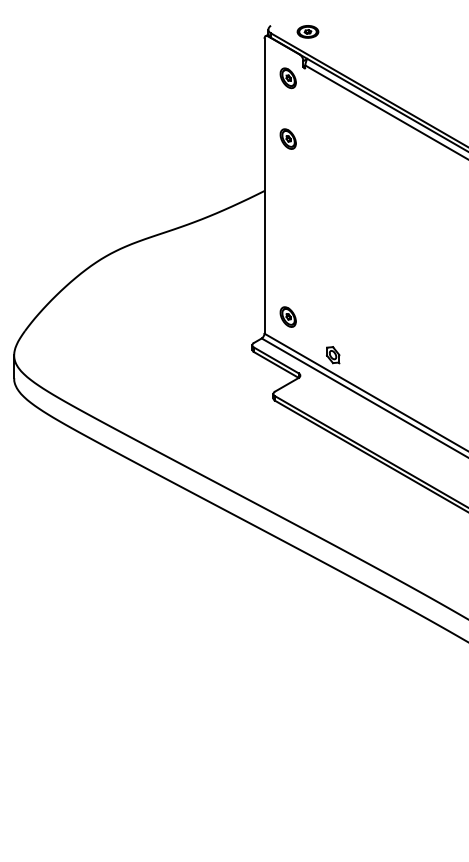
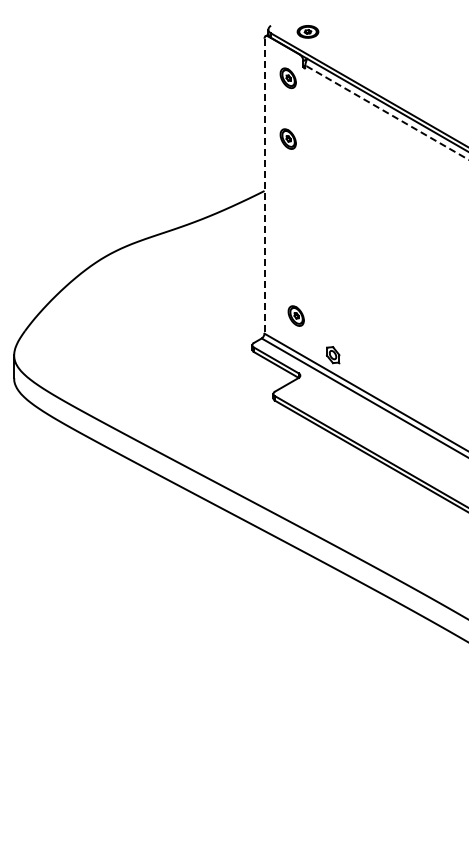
line at (386, 112): solid -> dashed
line at (264, 186): solid -> dashed
part at (287, 316) position: (287, 316) -> (295, 315)
